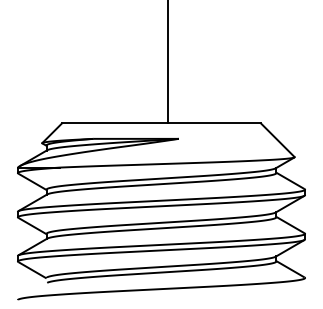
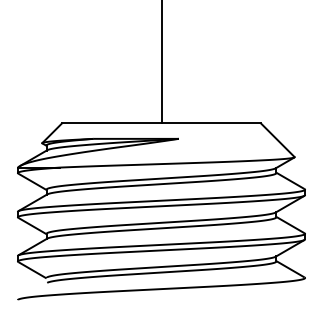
line at (167, 62) position: (167, 62) -> (161, 62)
